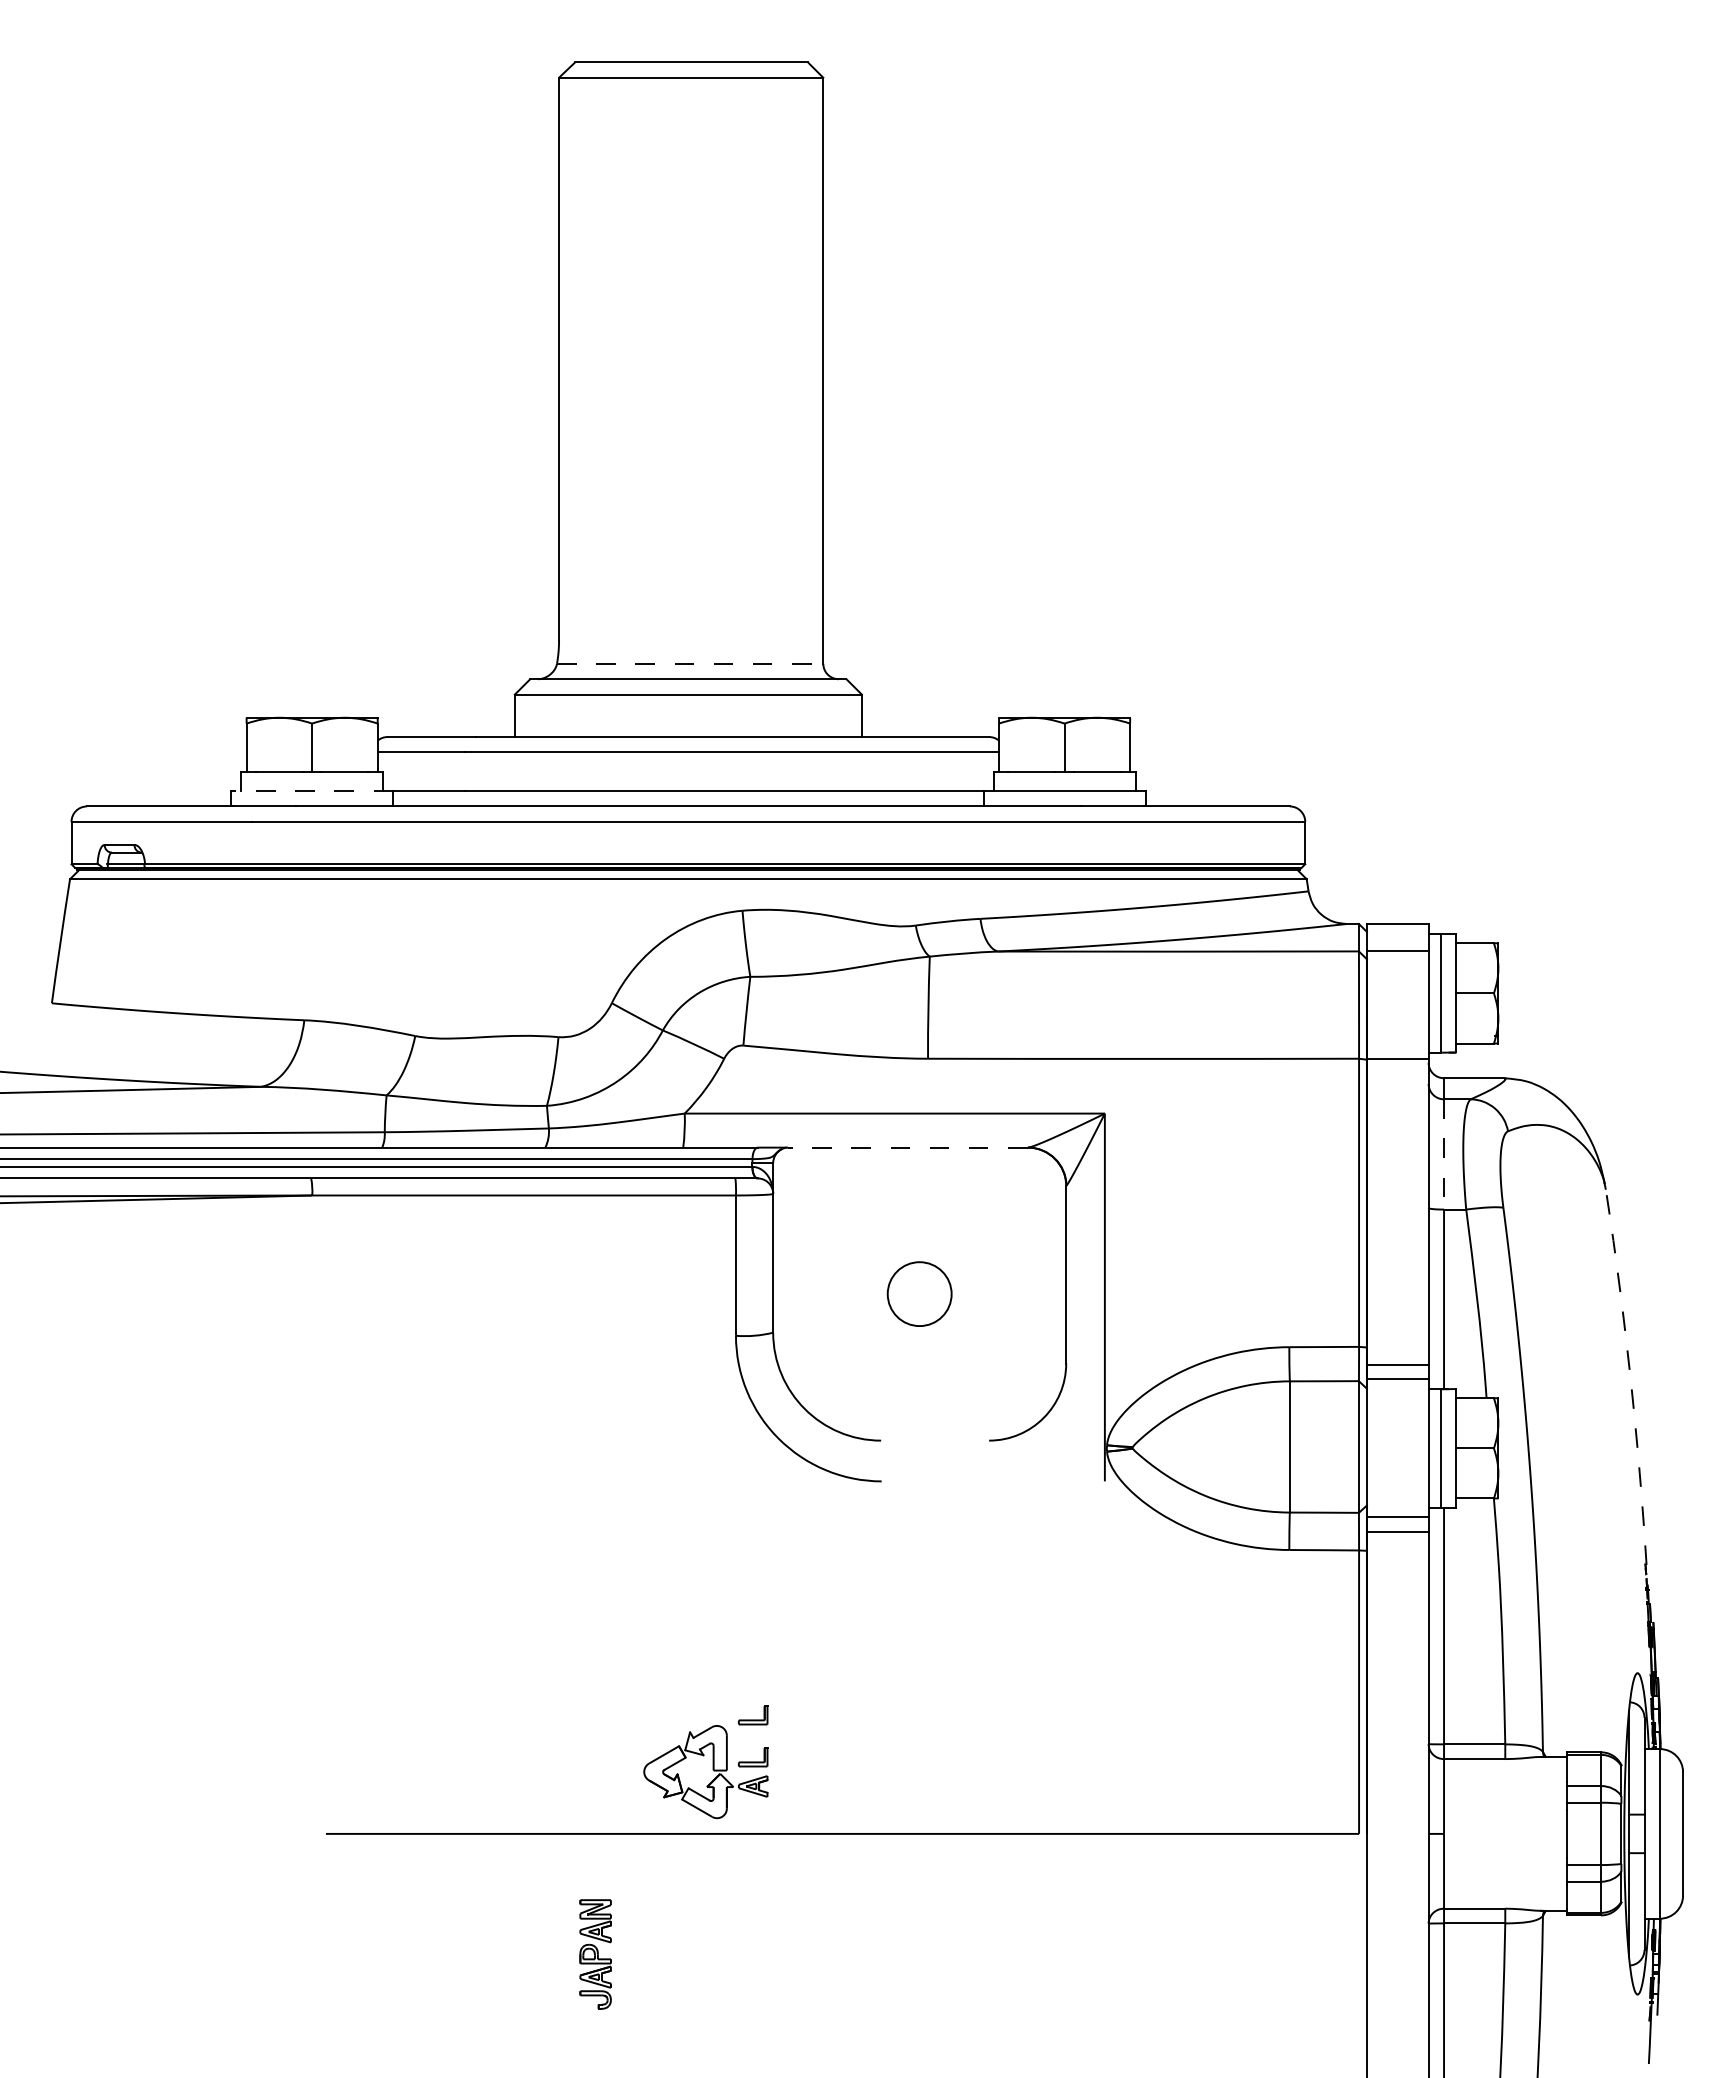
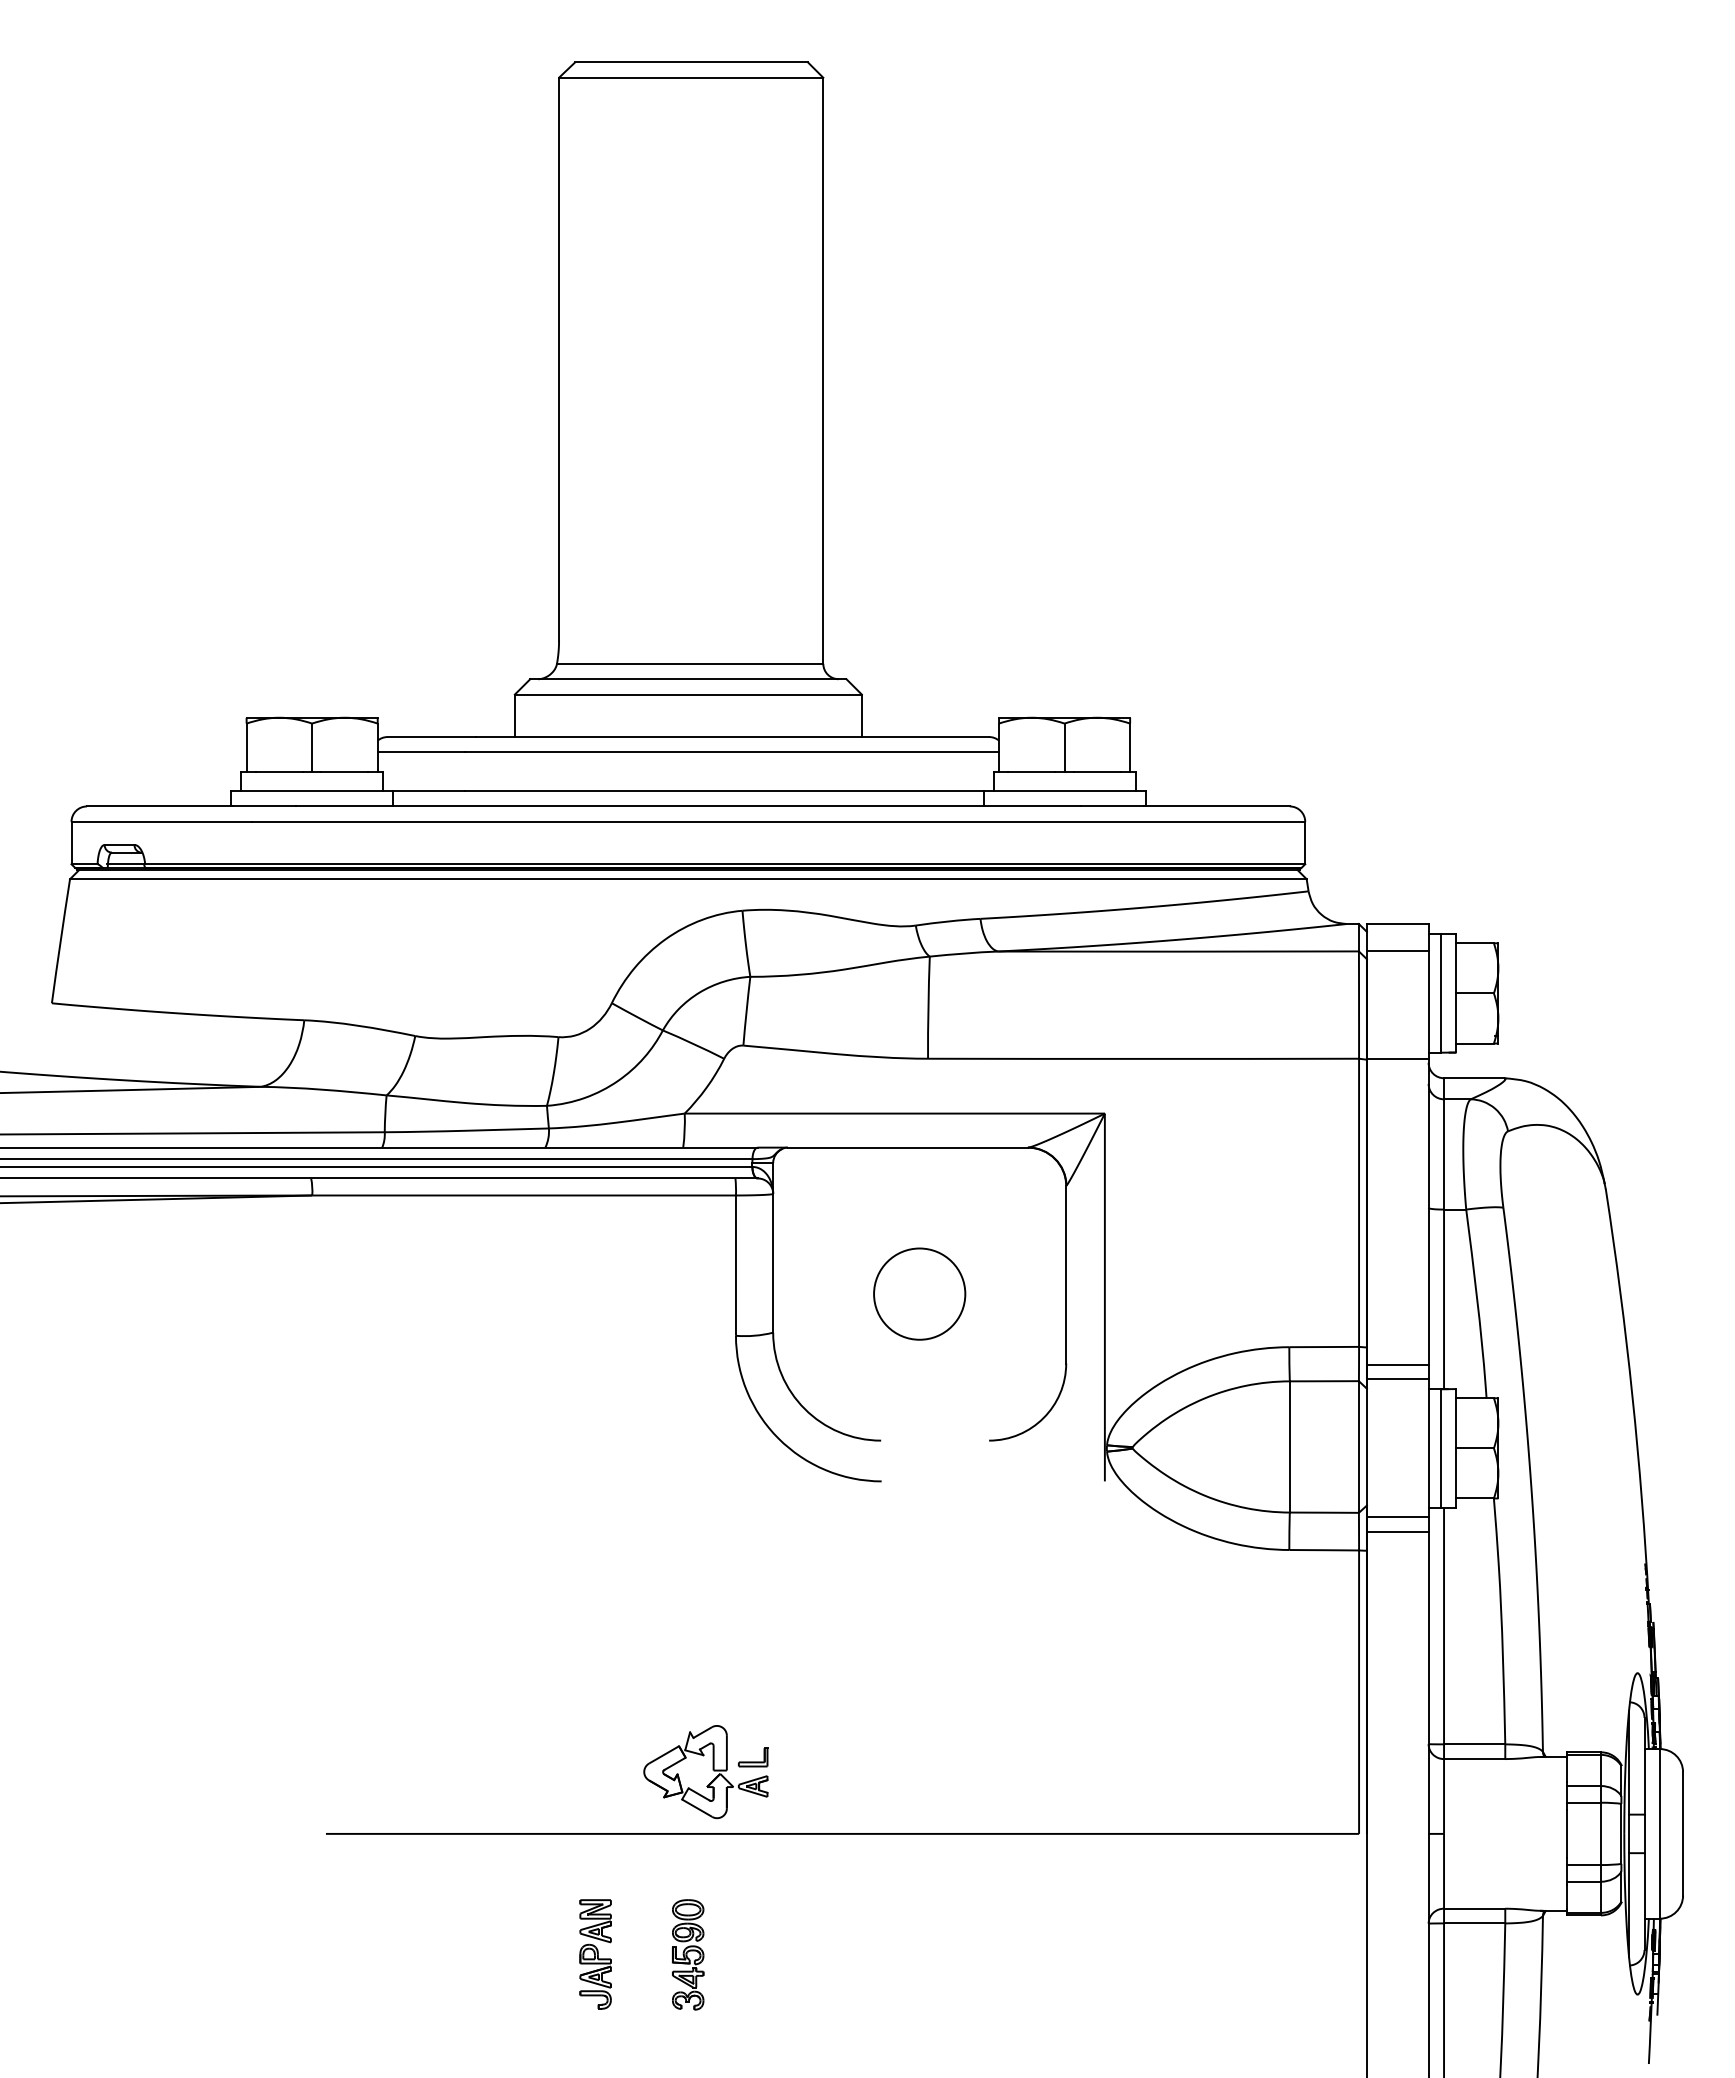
line at (690, 663): dashed -> solid
line at (312, 791): dashed -> solid
line at (907, 1147): dashed -> solid
line at (1444, 1154): dashed -> solid
circle at (919, 1294) diameter: 64 px -> 91 px
arc at (1632, 1395): dashed -> solid
part at (753, 1715): present -> none
part at (688, 1954): none -> present
